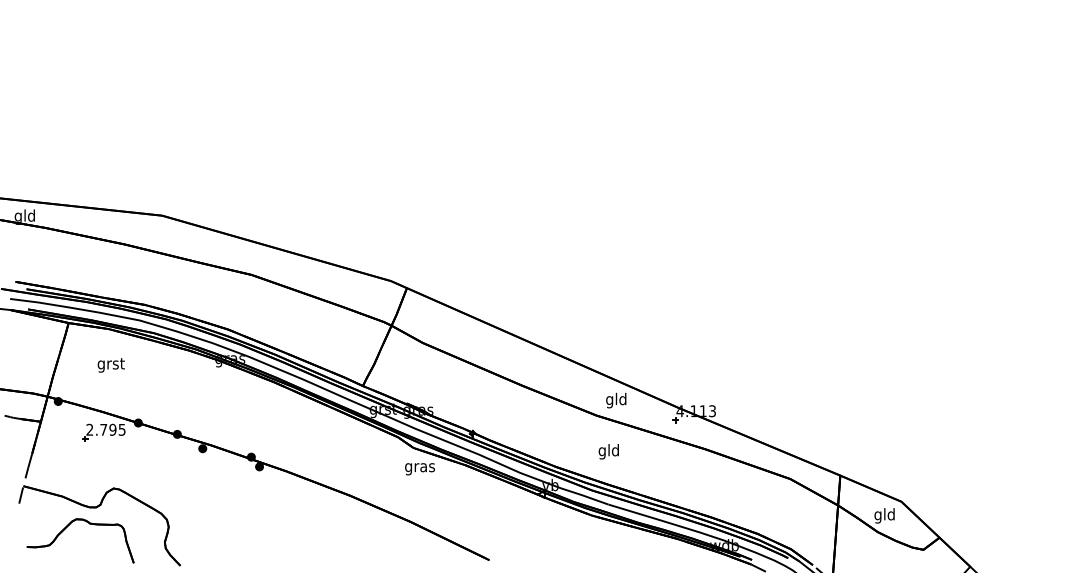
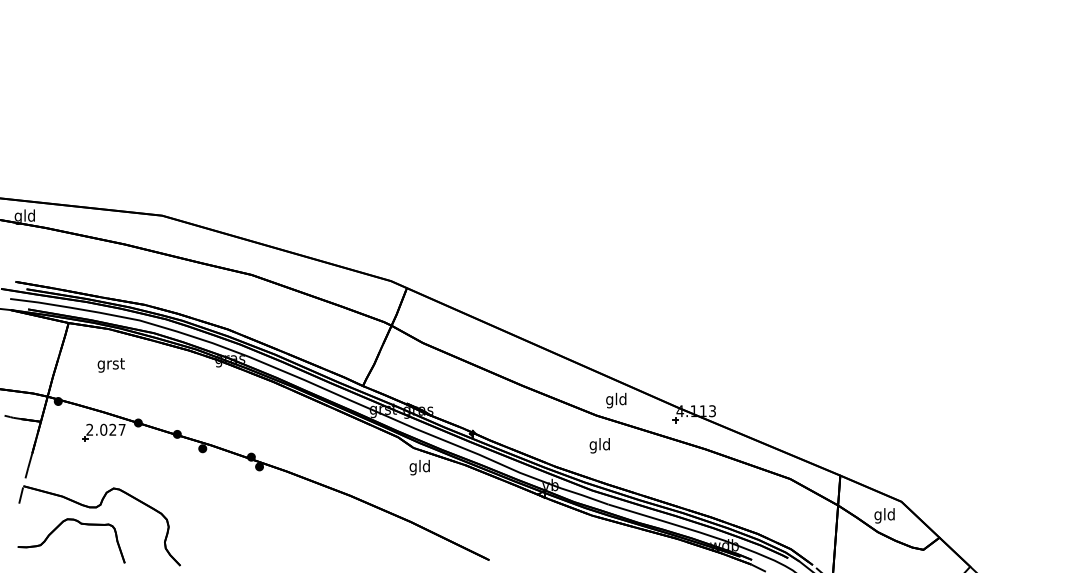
text at (112, 429): 2.795 -> 2.027
text at (608, 451) position: (608, 451) -> (599, 445)
text at (419, 467): gras -> gld
part at (89, 524) position: (89, 524) -> (80, 524)
